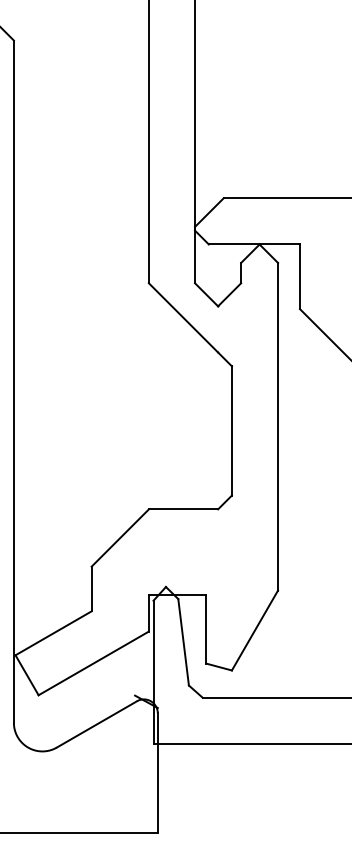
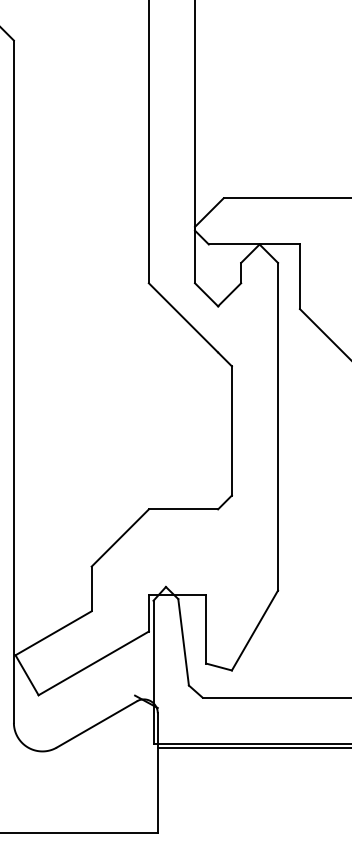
line at (252, 748): none -> present
